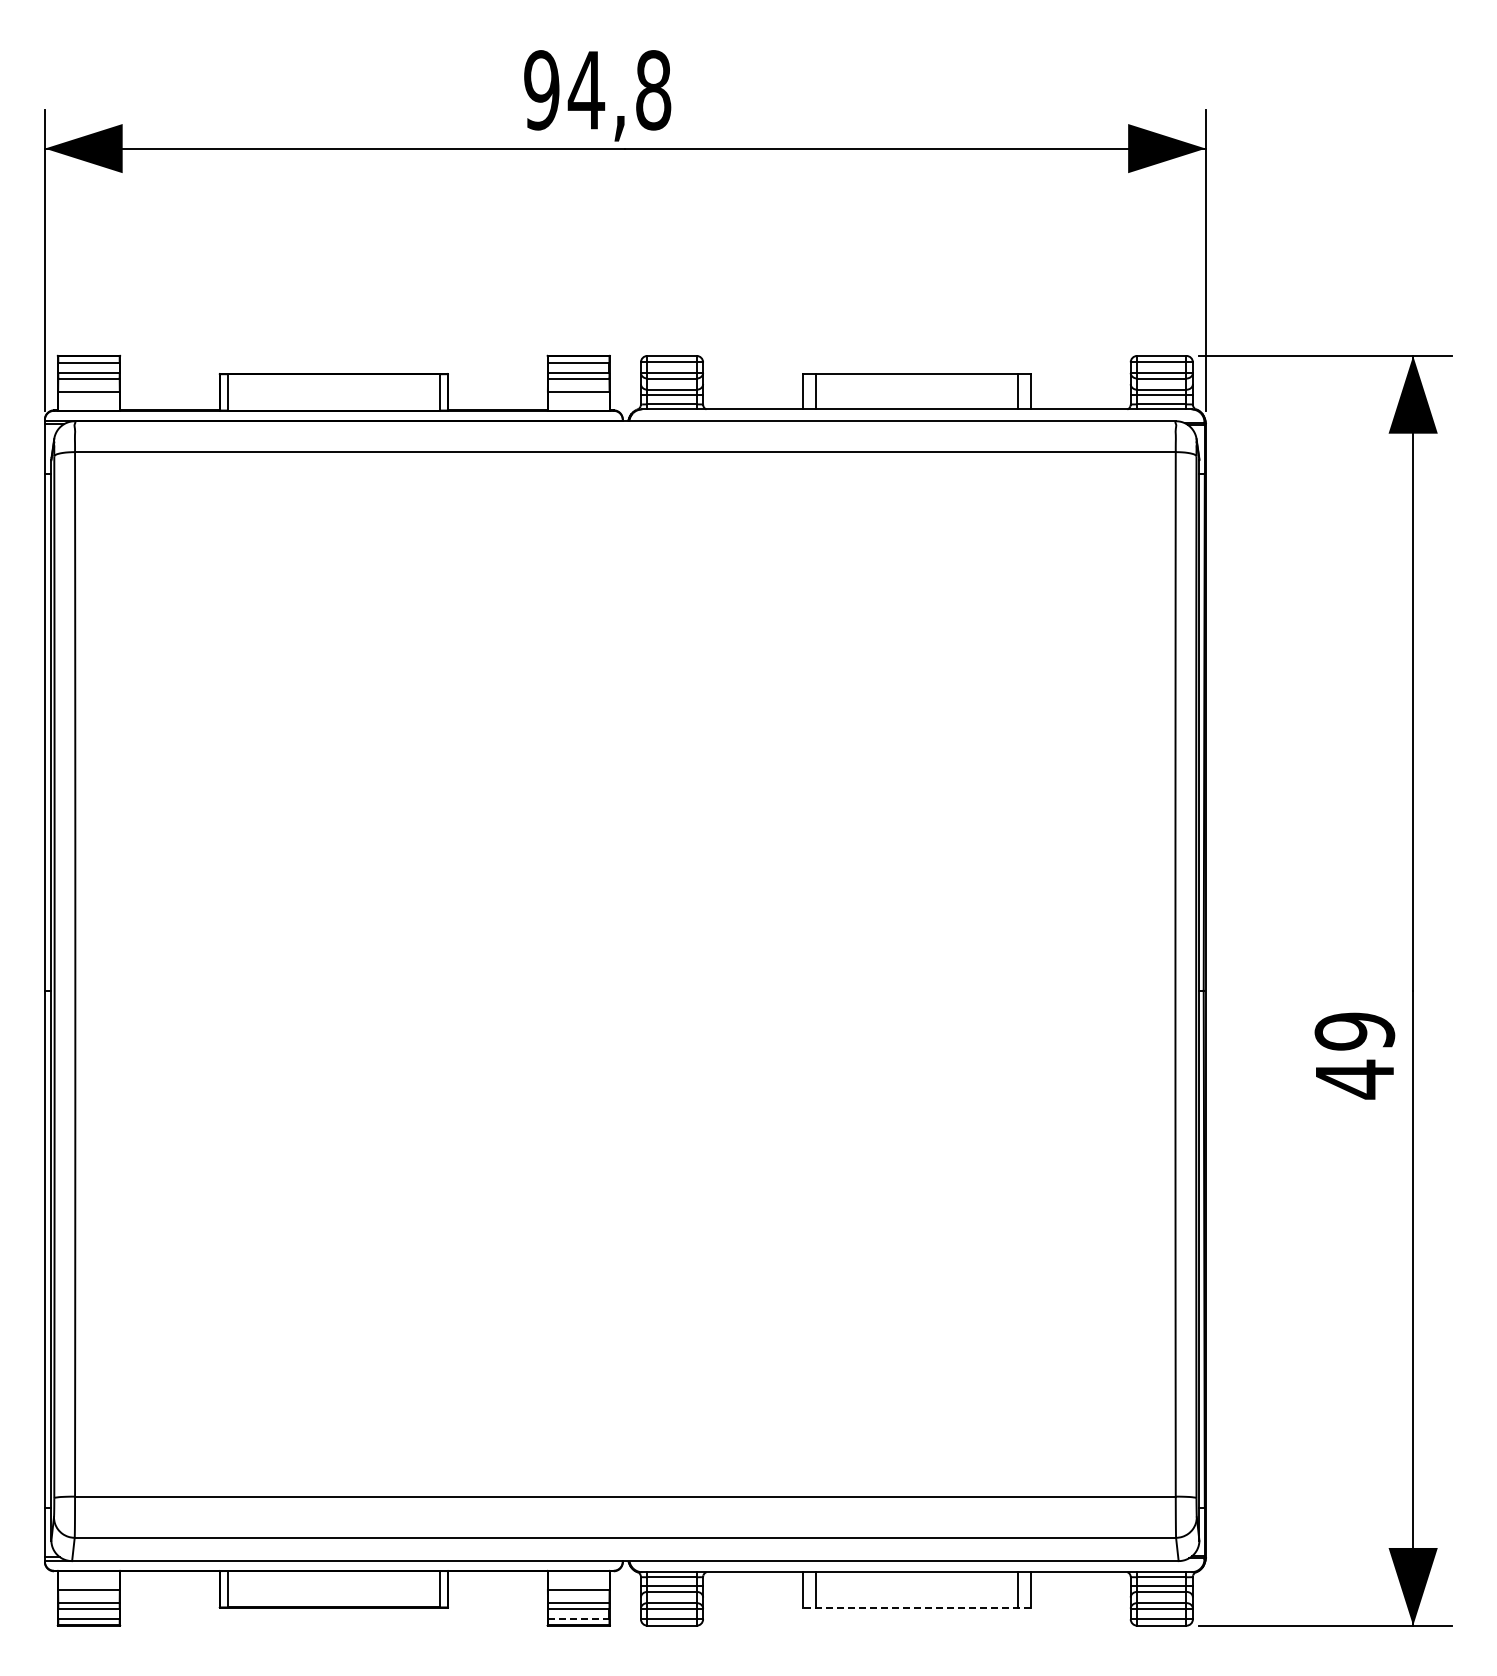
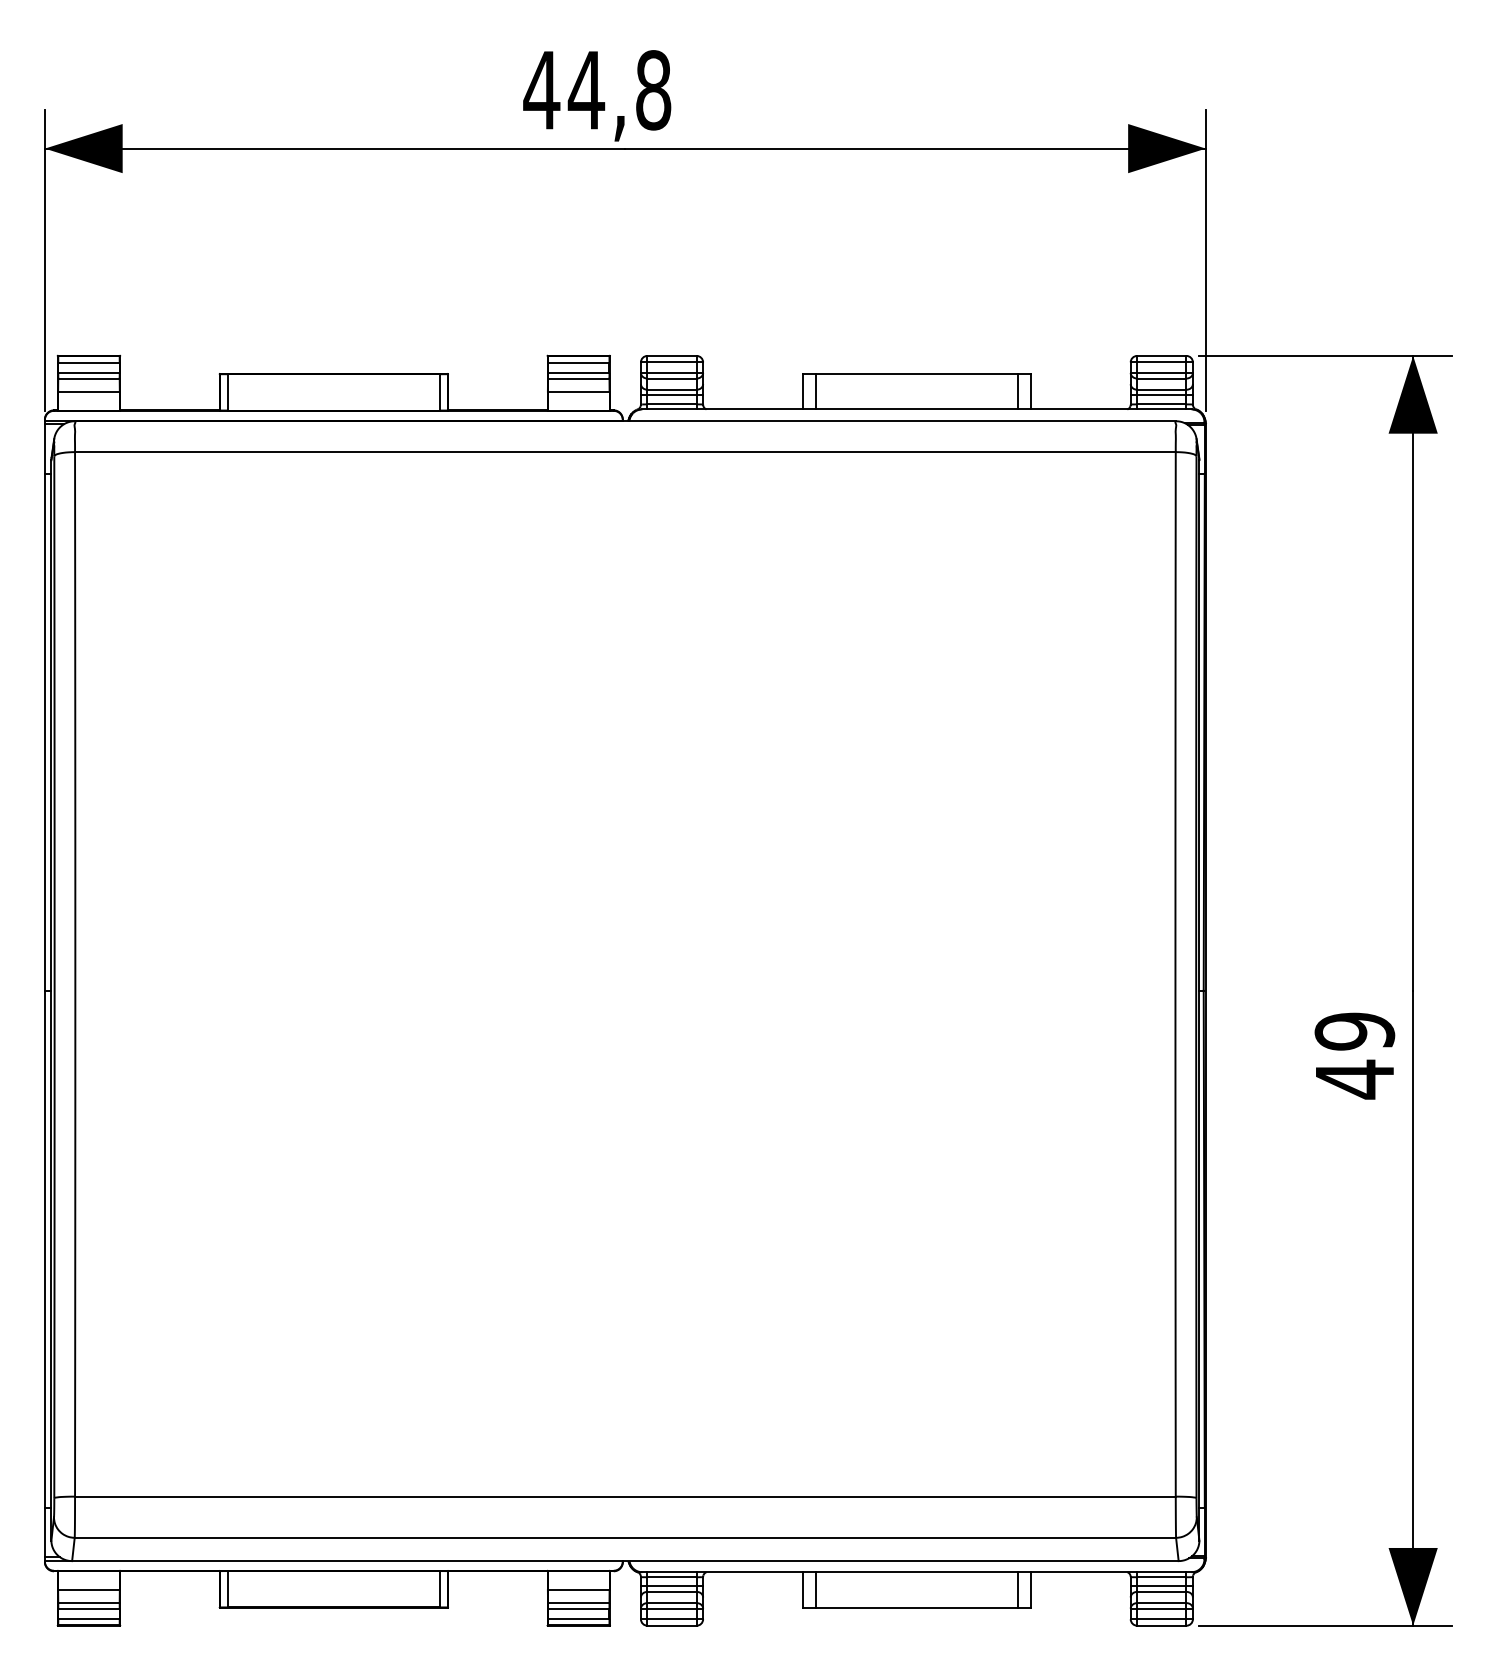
text at (541, 90): 94,8 -> 44,8
line at (916, 1607): dashed -> solid
line at (578, 1618): dashed -> solid
